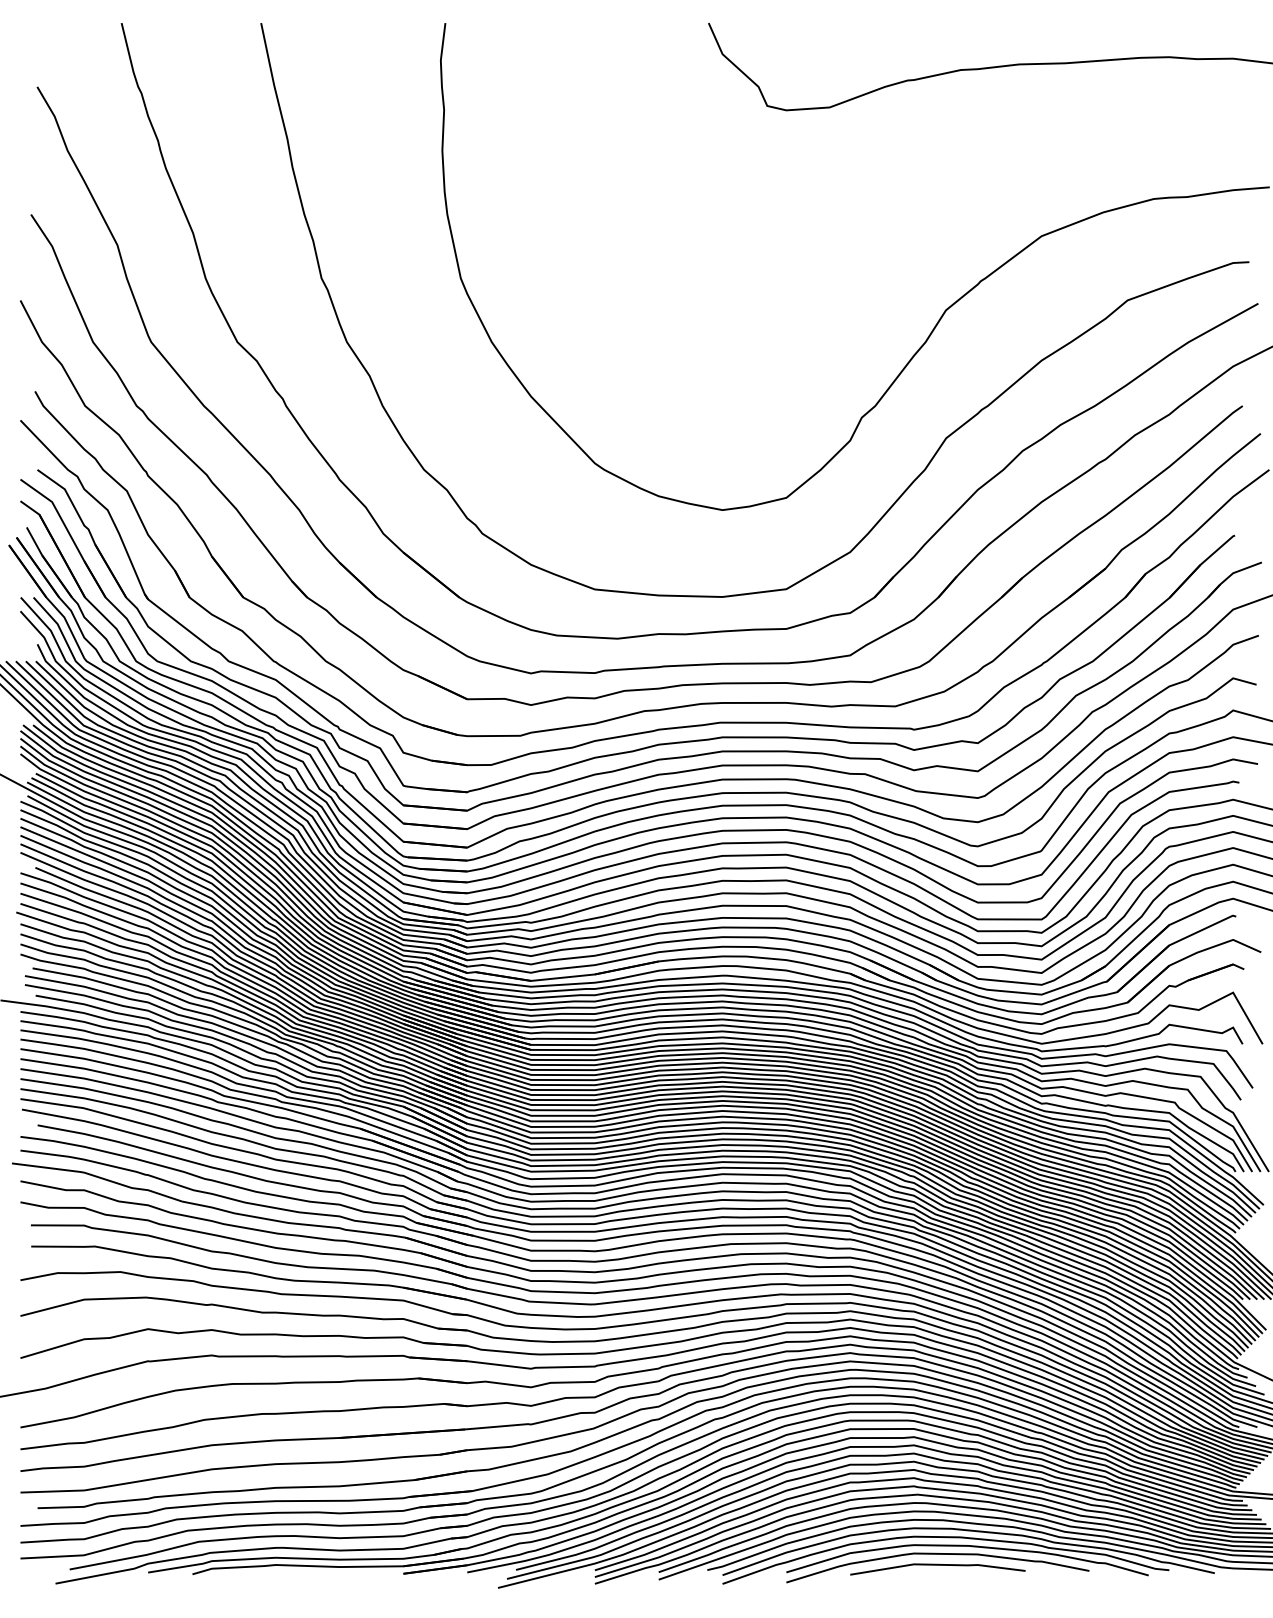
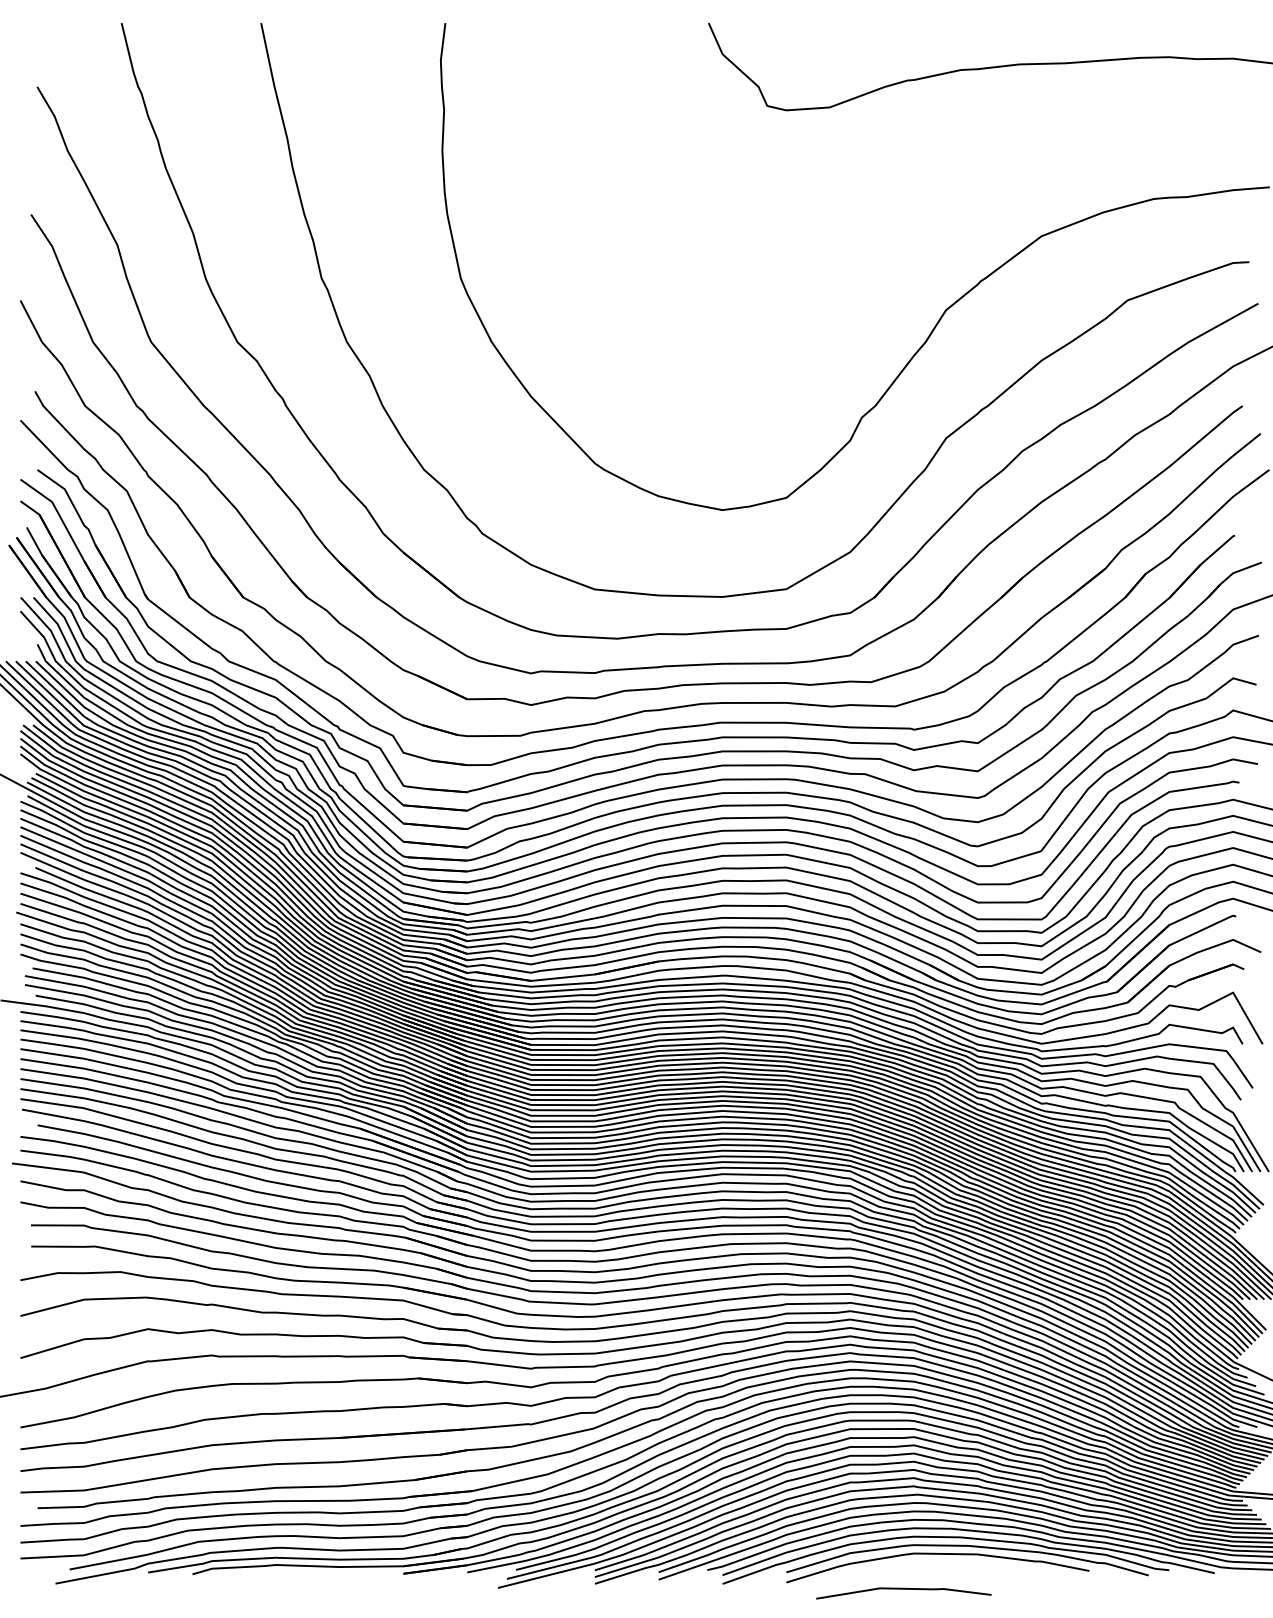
line at (937, 1565) position: (937, 1565) -> (903, 1589)
